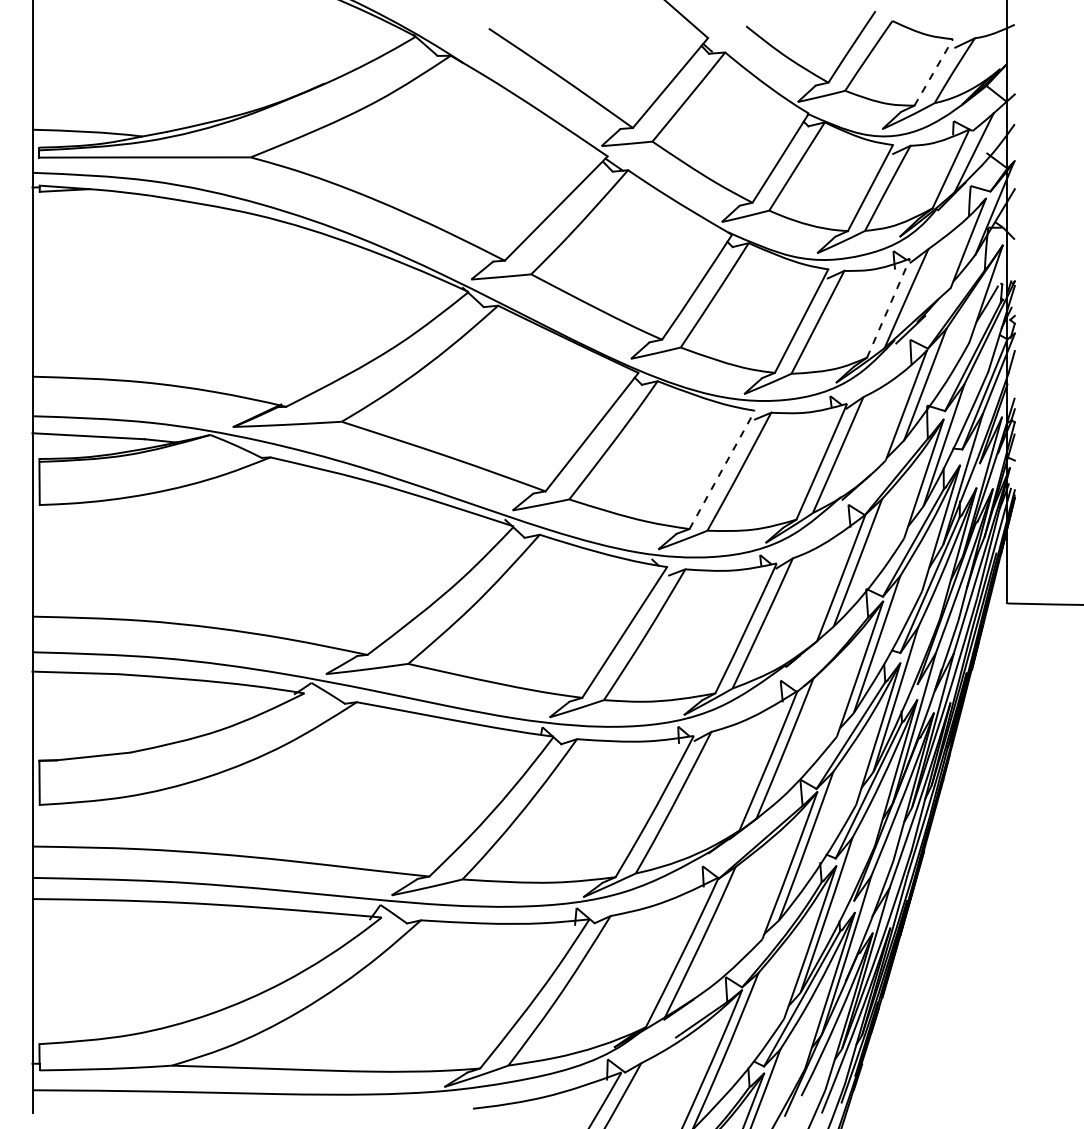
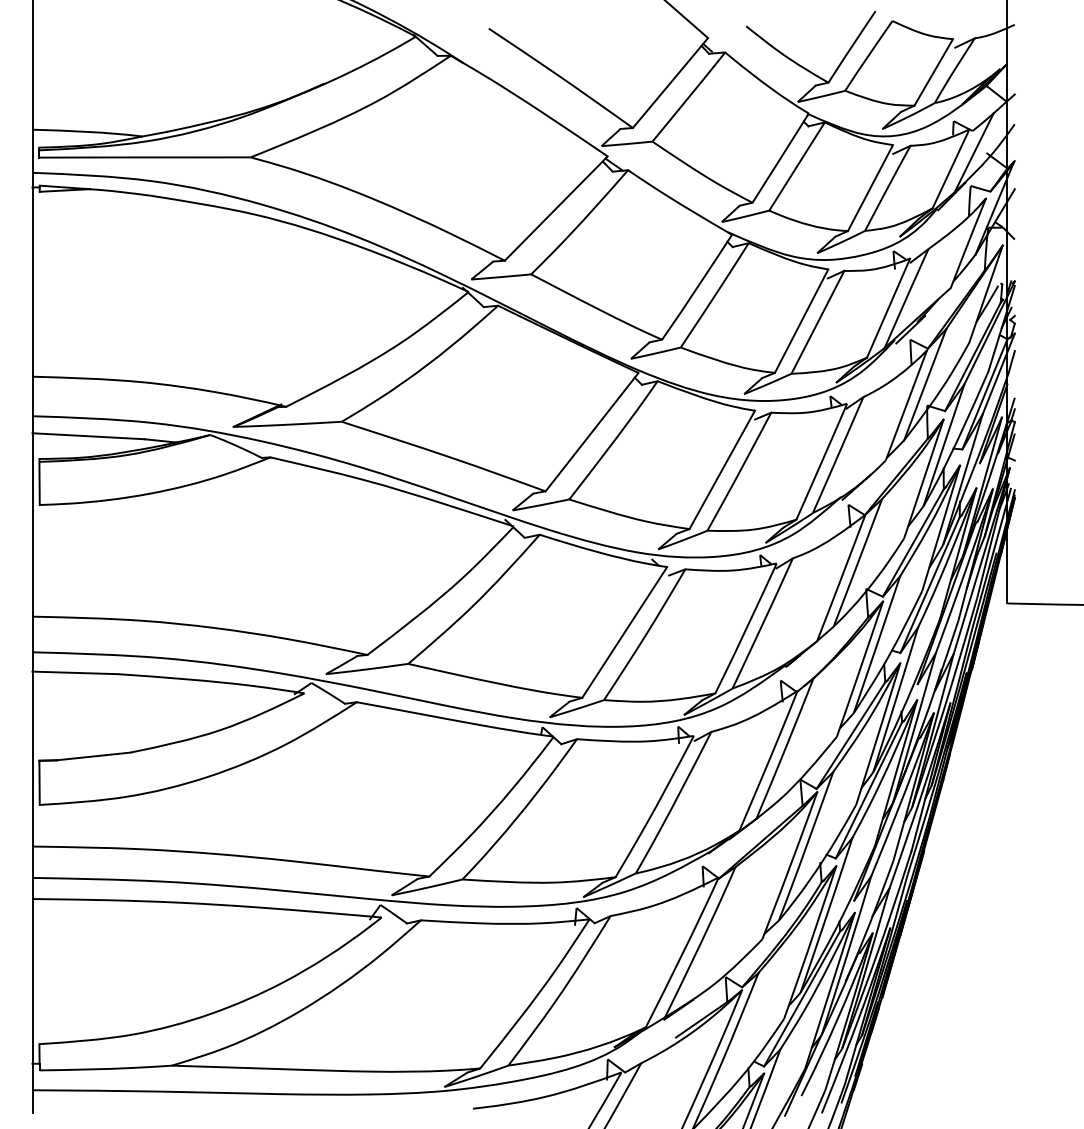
line at (933, 72): dashed -> solid
line at (888, 308): dashed -> solid
line at (722, 469): dashed -> solid
